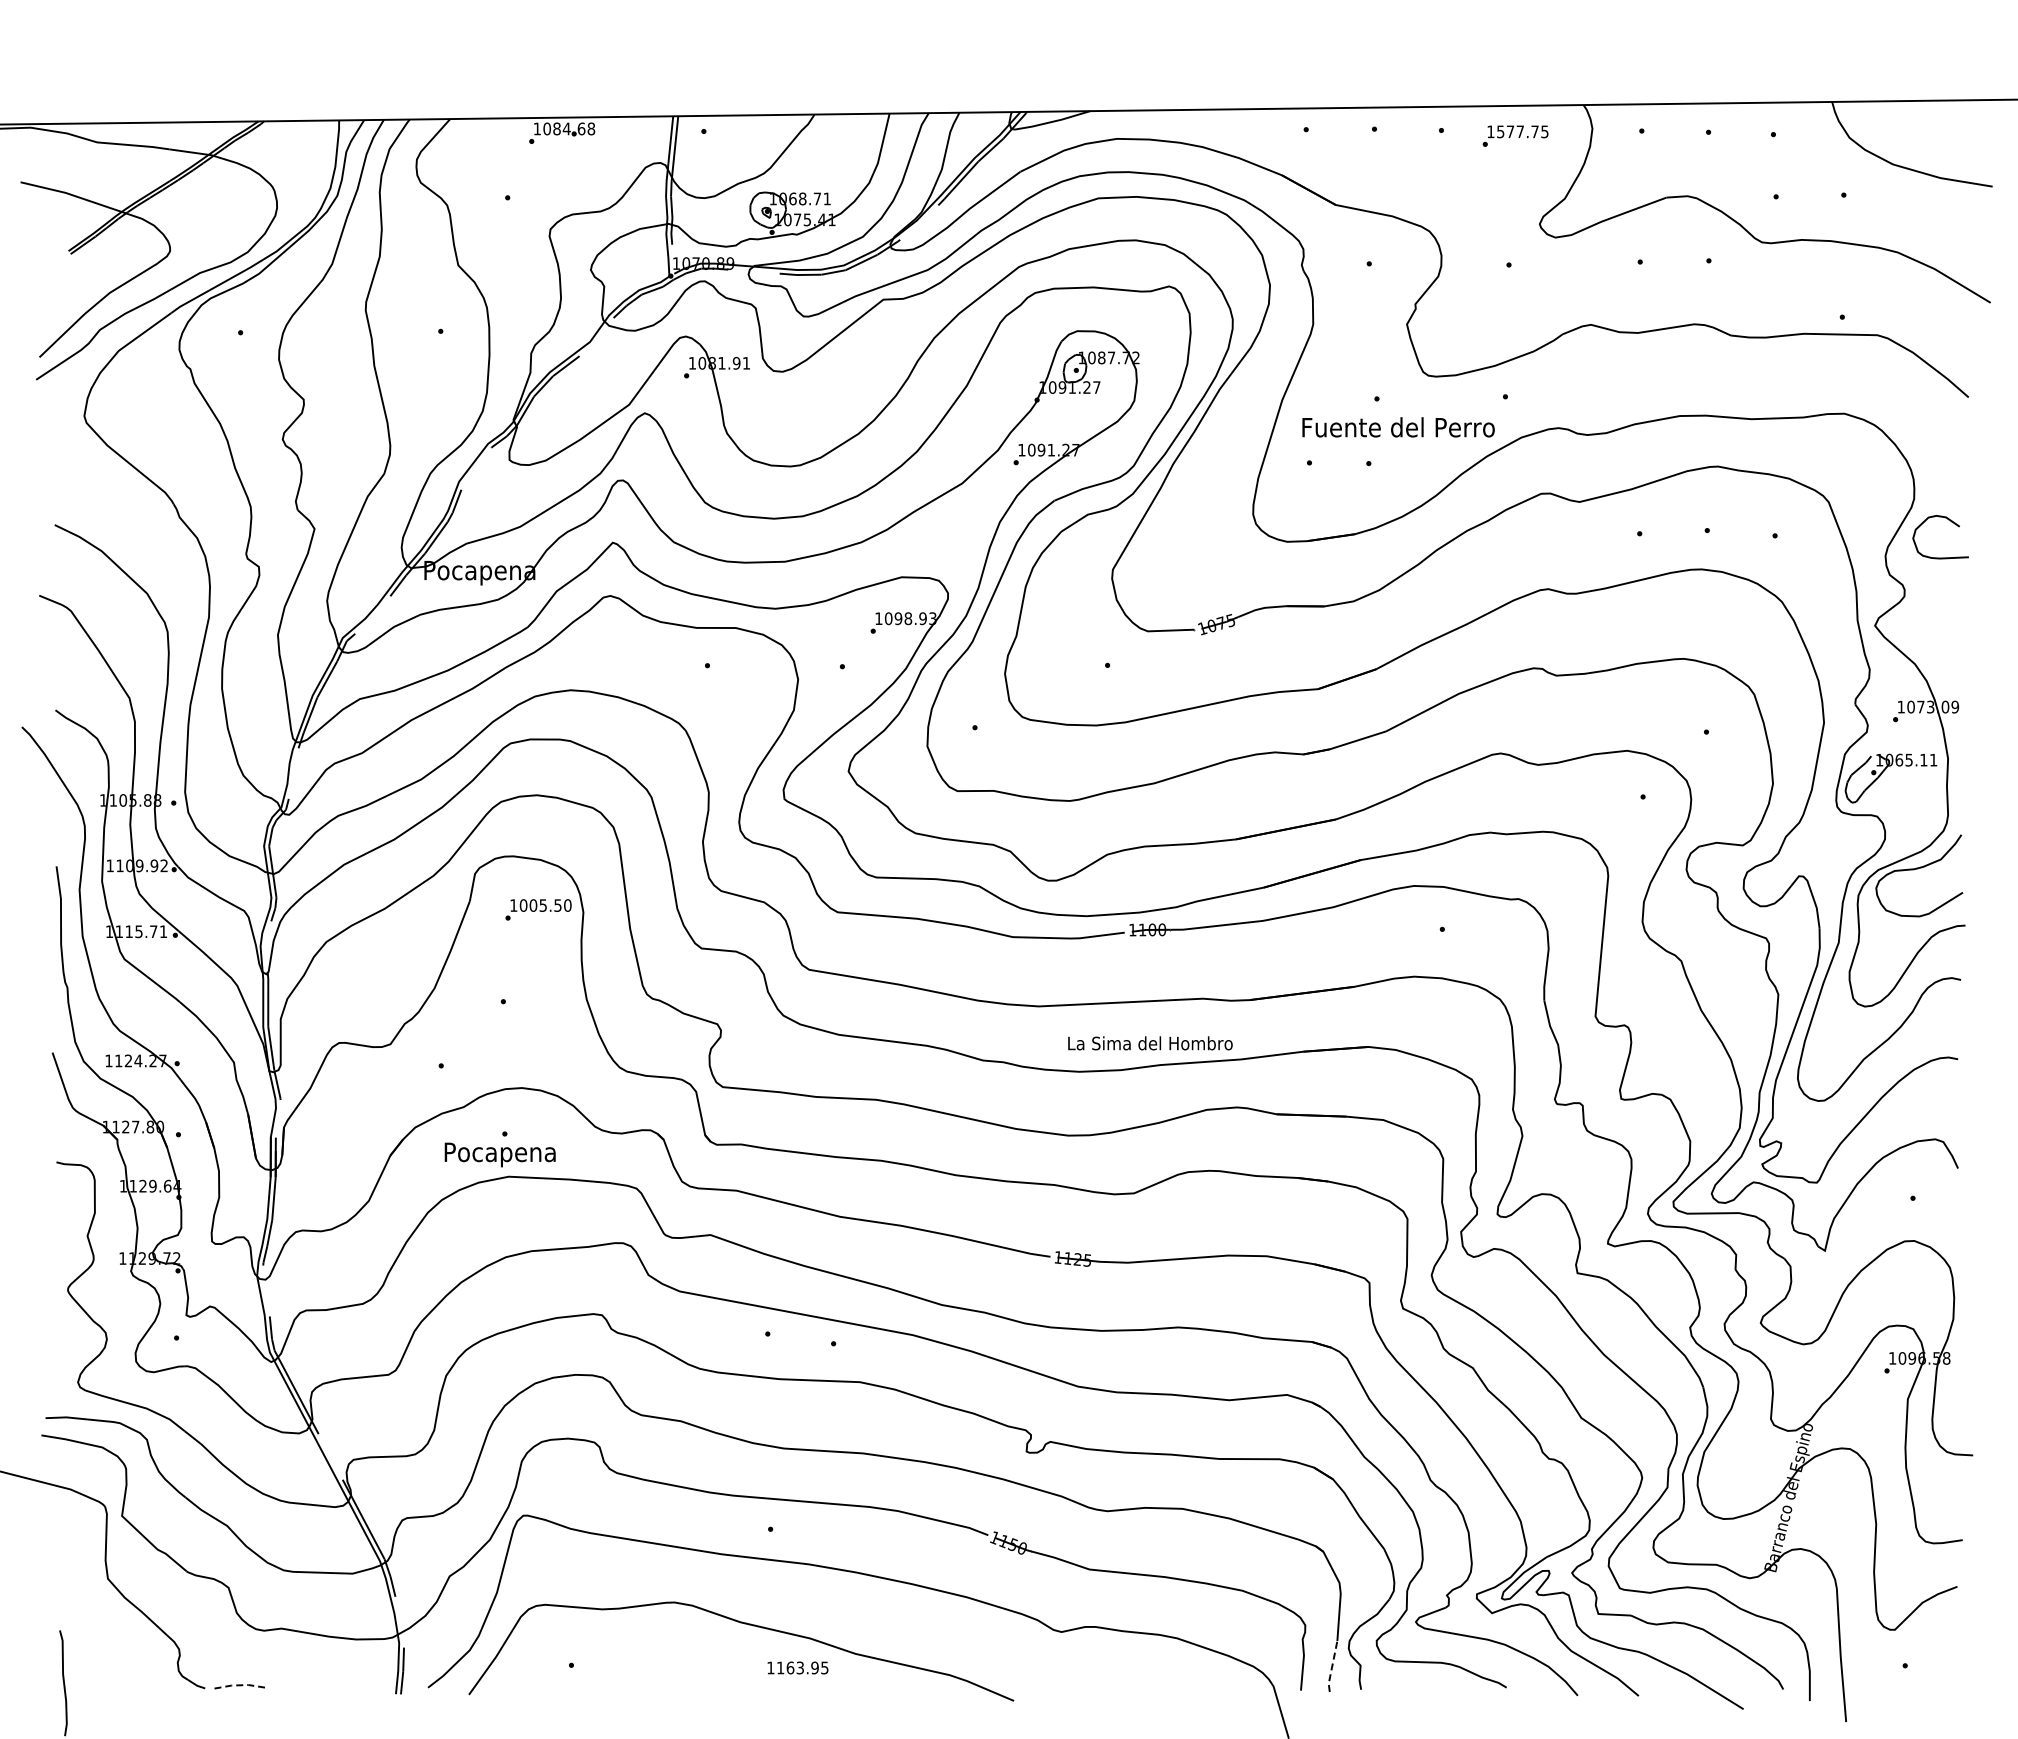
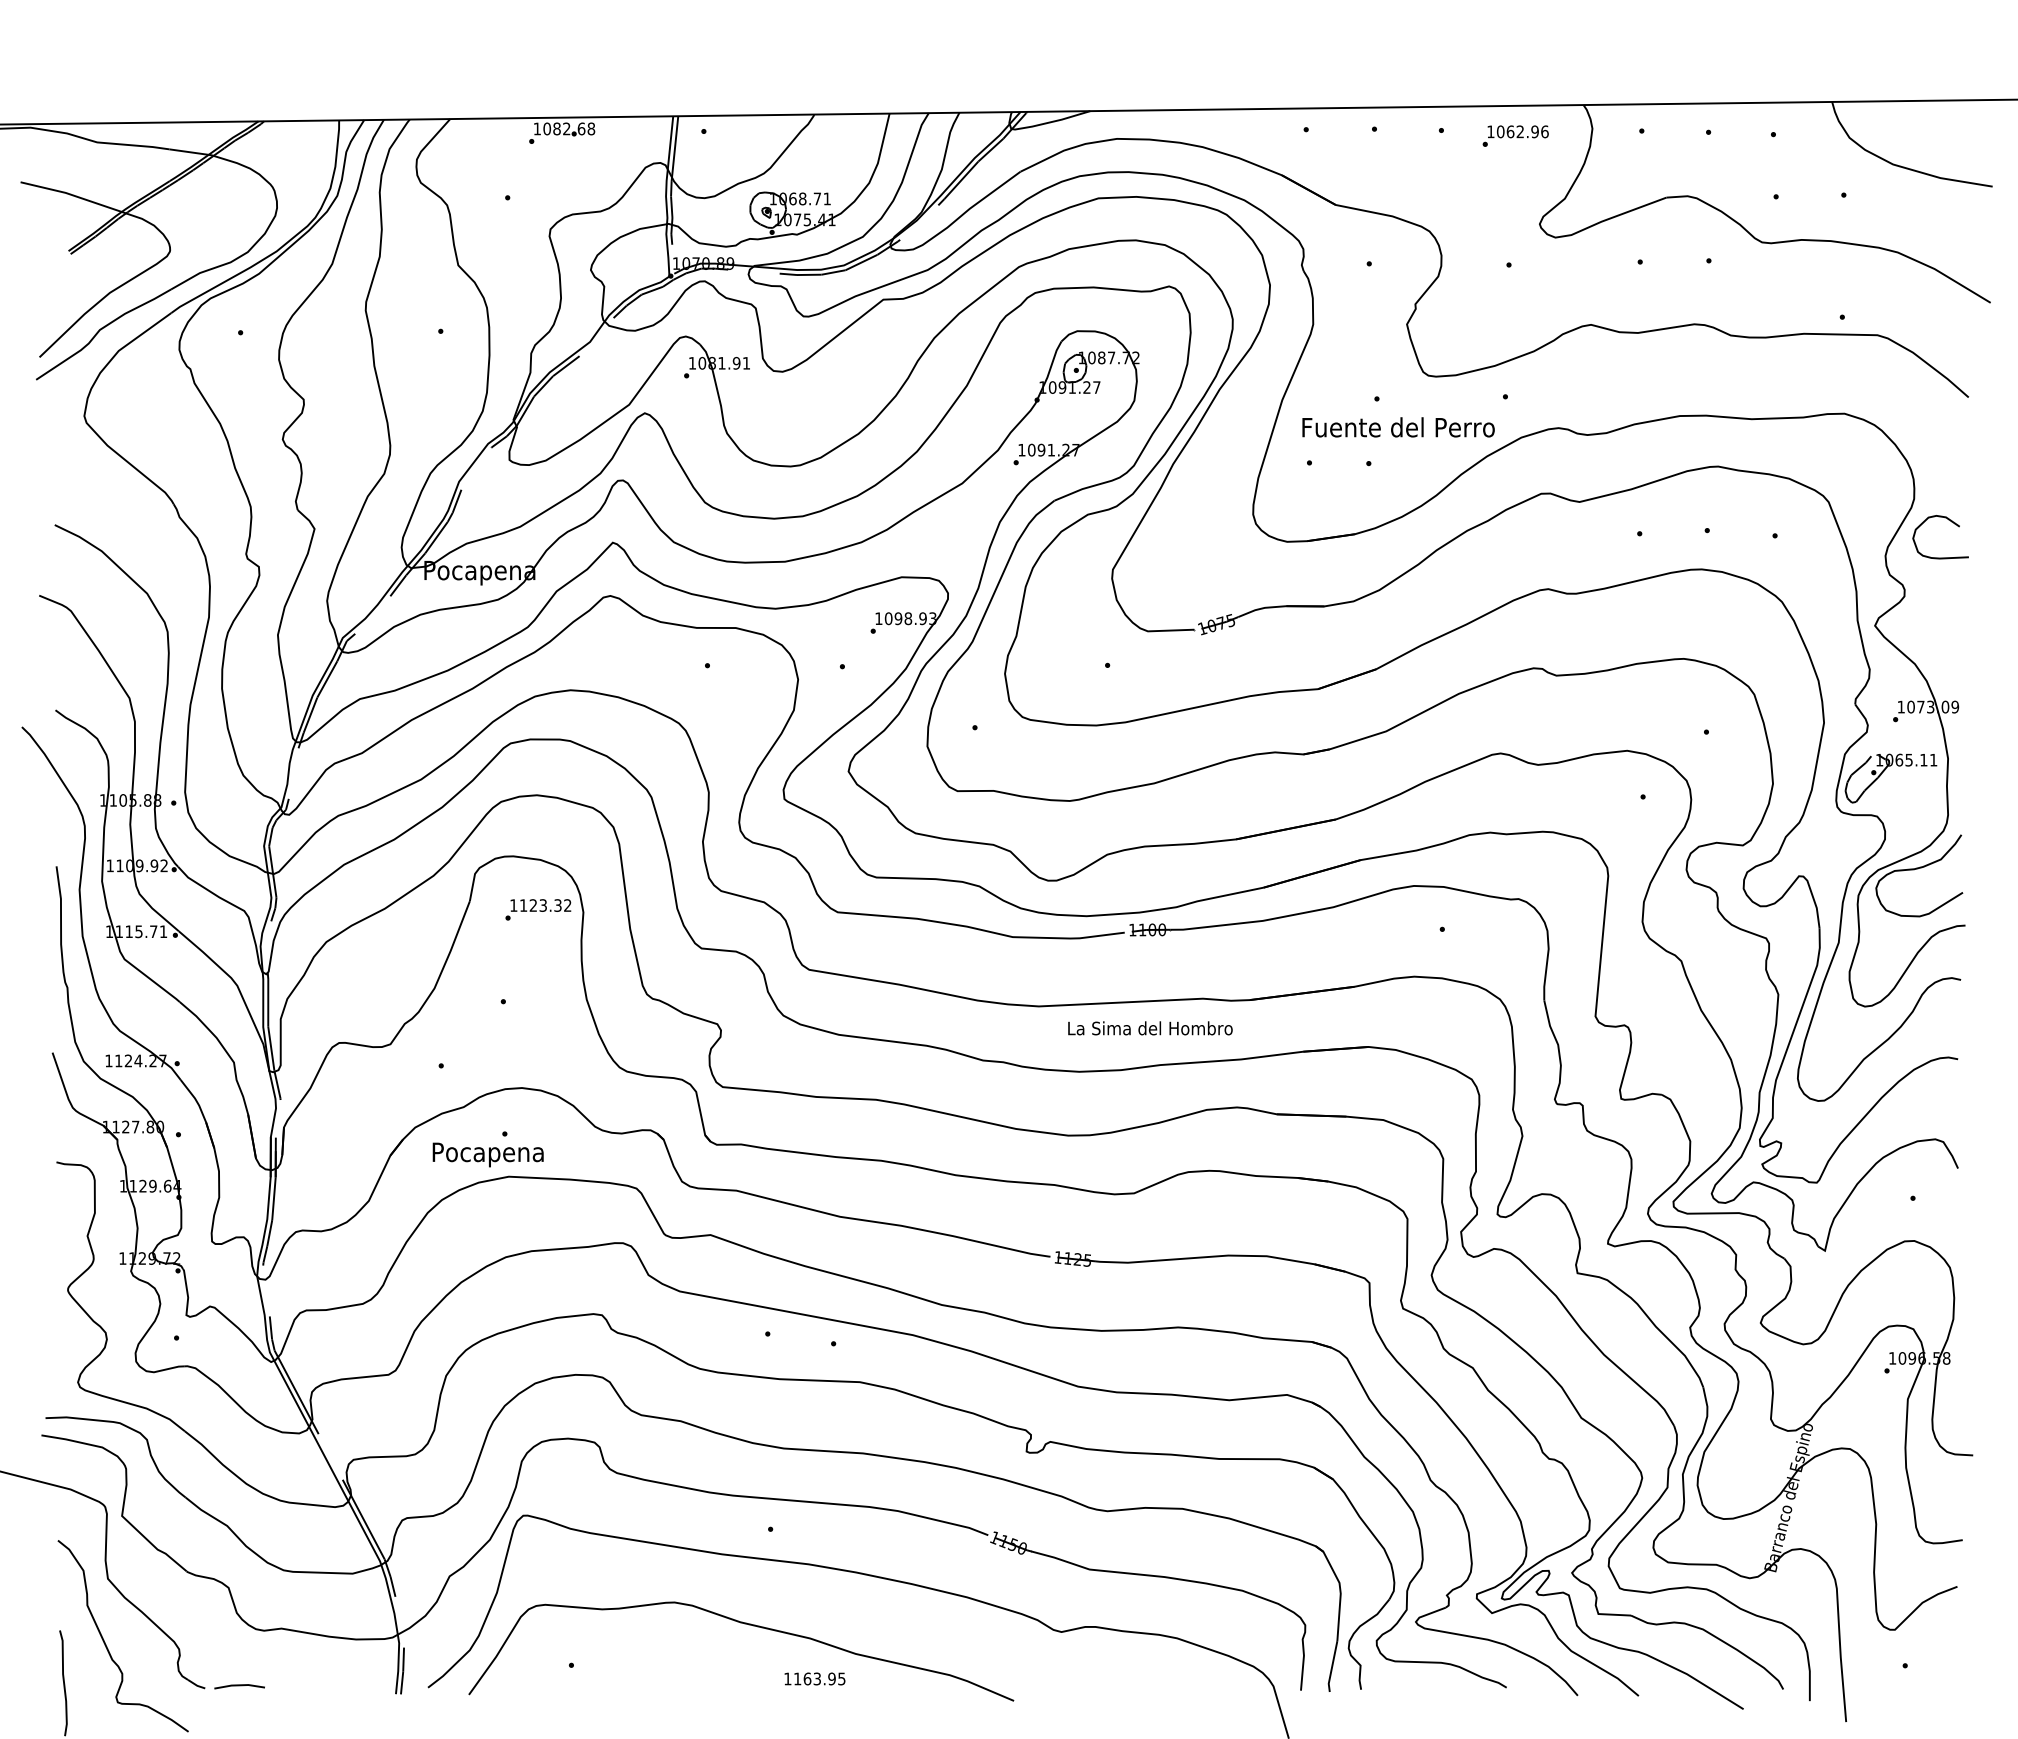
text at (566, 128): 1084.68 -> 1082.68
text at (1522, 131): 1577.75 -> 1062.96
text at (545, 905): 1005.50 -> 1123.32
text at (1150, 1043) position: (1150, 1043) -> (1150, 1028)
text at (499, 1154) position: (499, 1154) -> (487, 1154)
curve at (106, 1644): none -> present
text at (797, 1667) position: (797, 1667) -> (814, 1678)
line at (1332, 1667): dashed -> solid
line at (239, 1685): dashed -> solid
